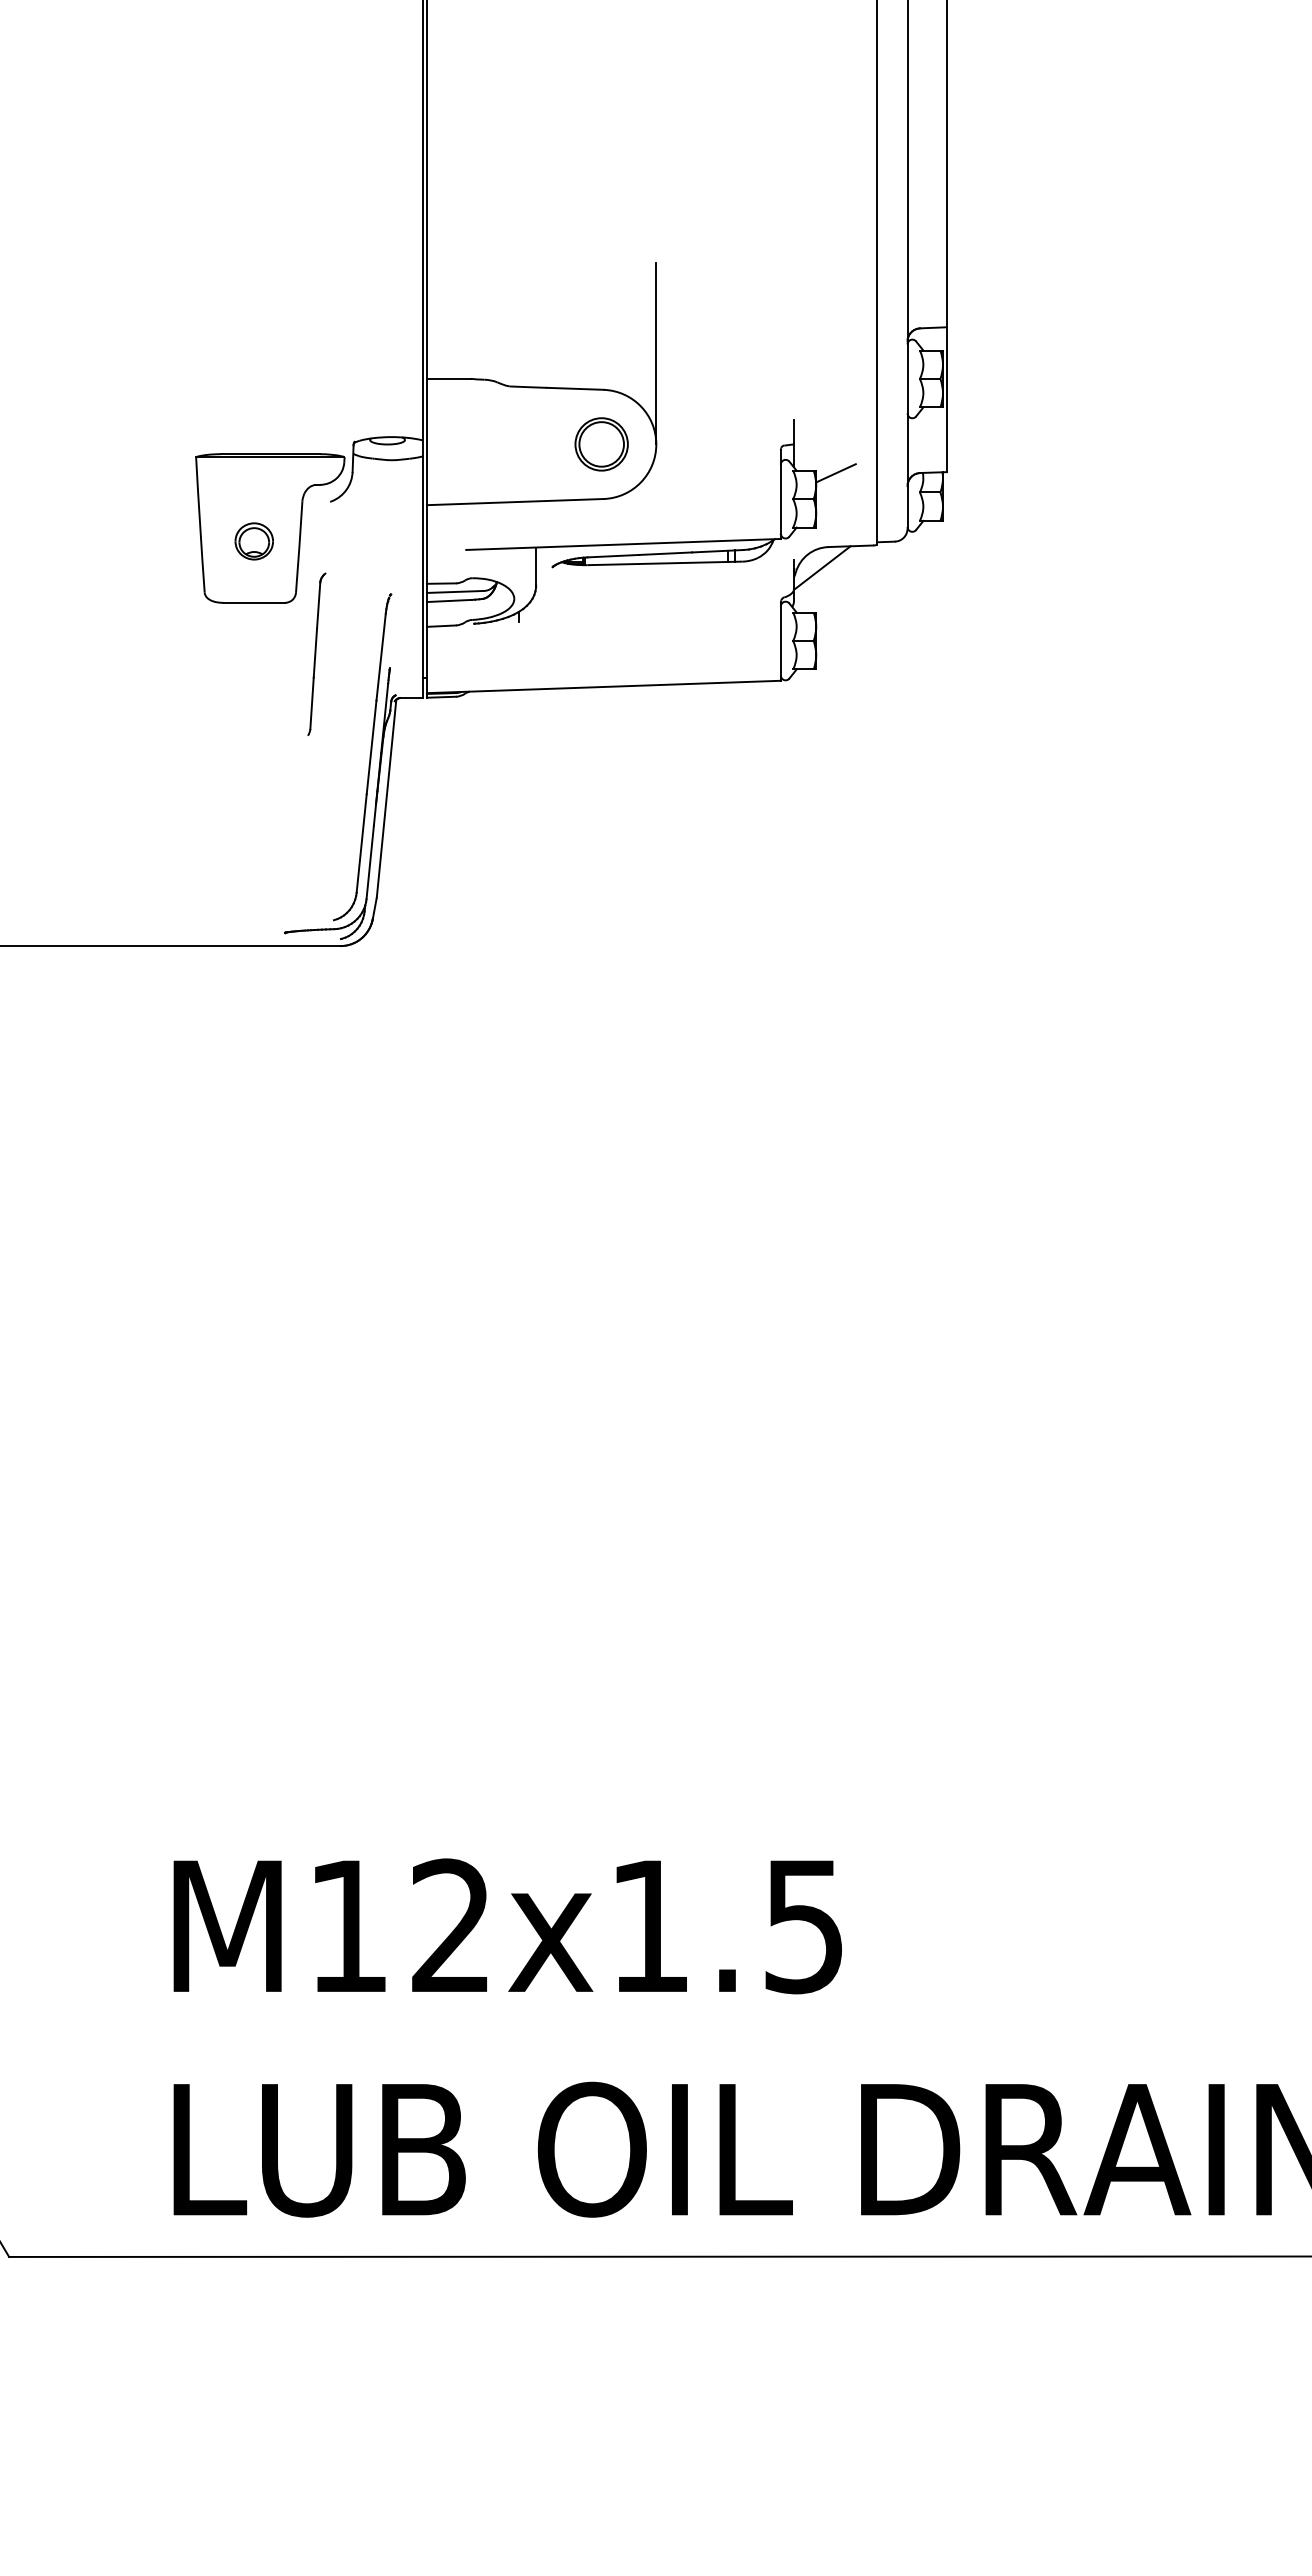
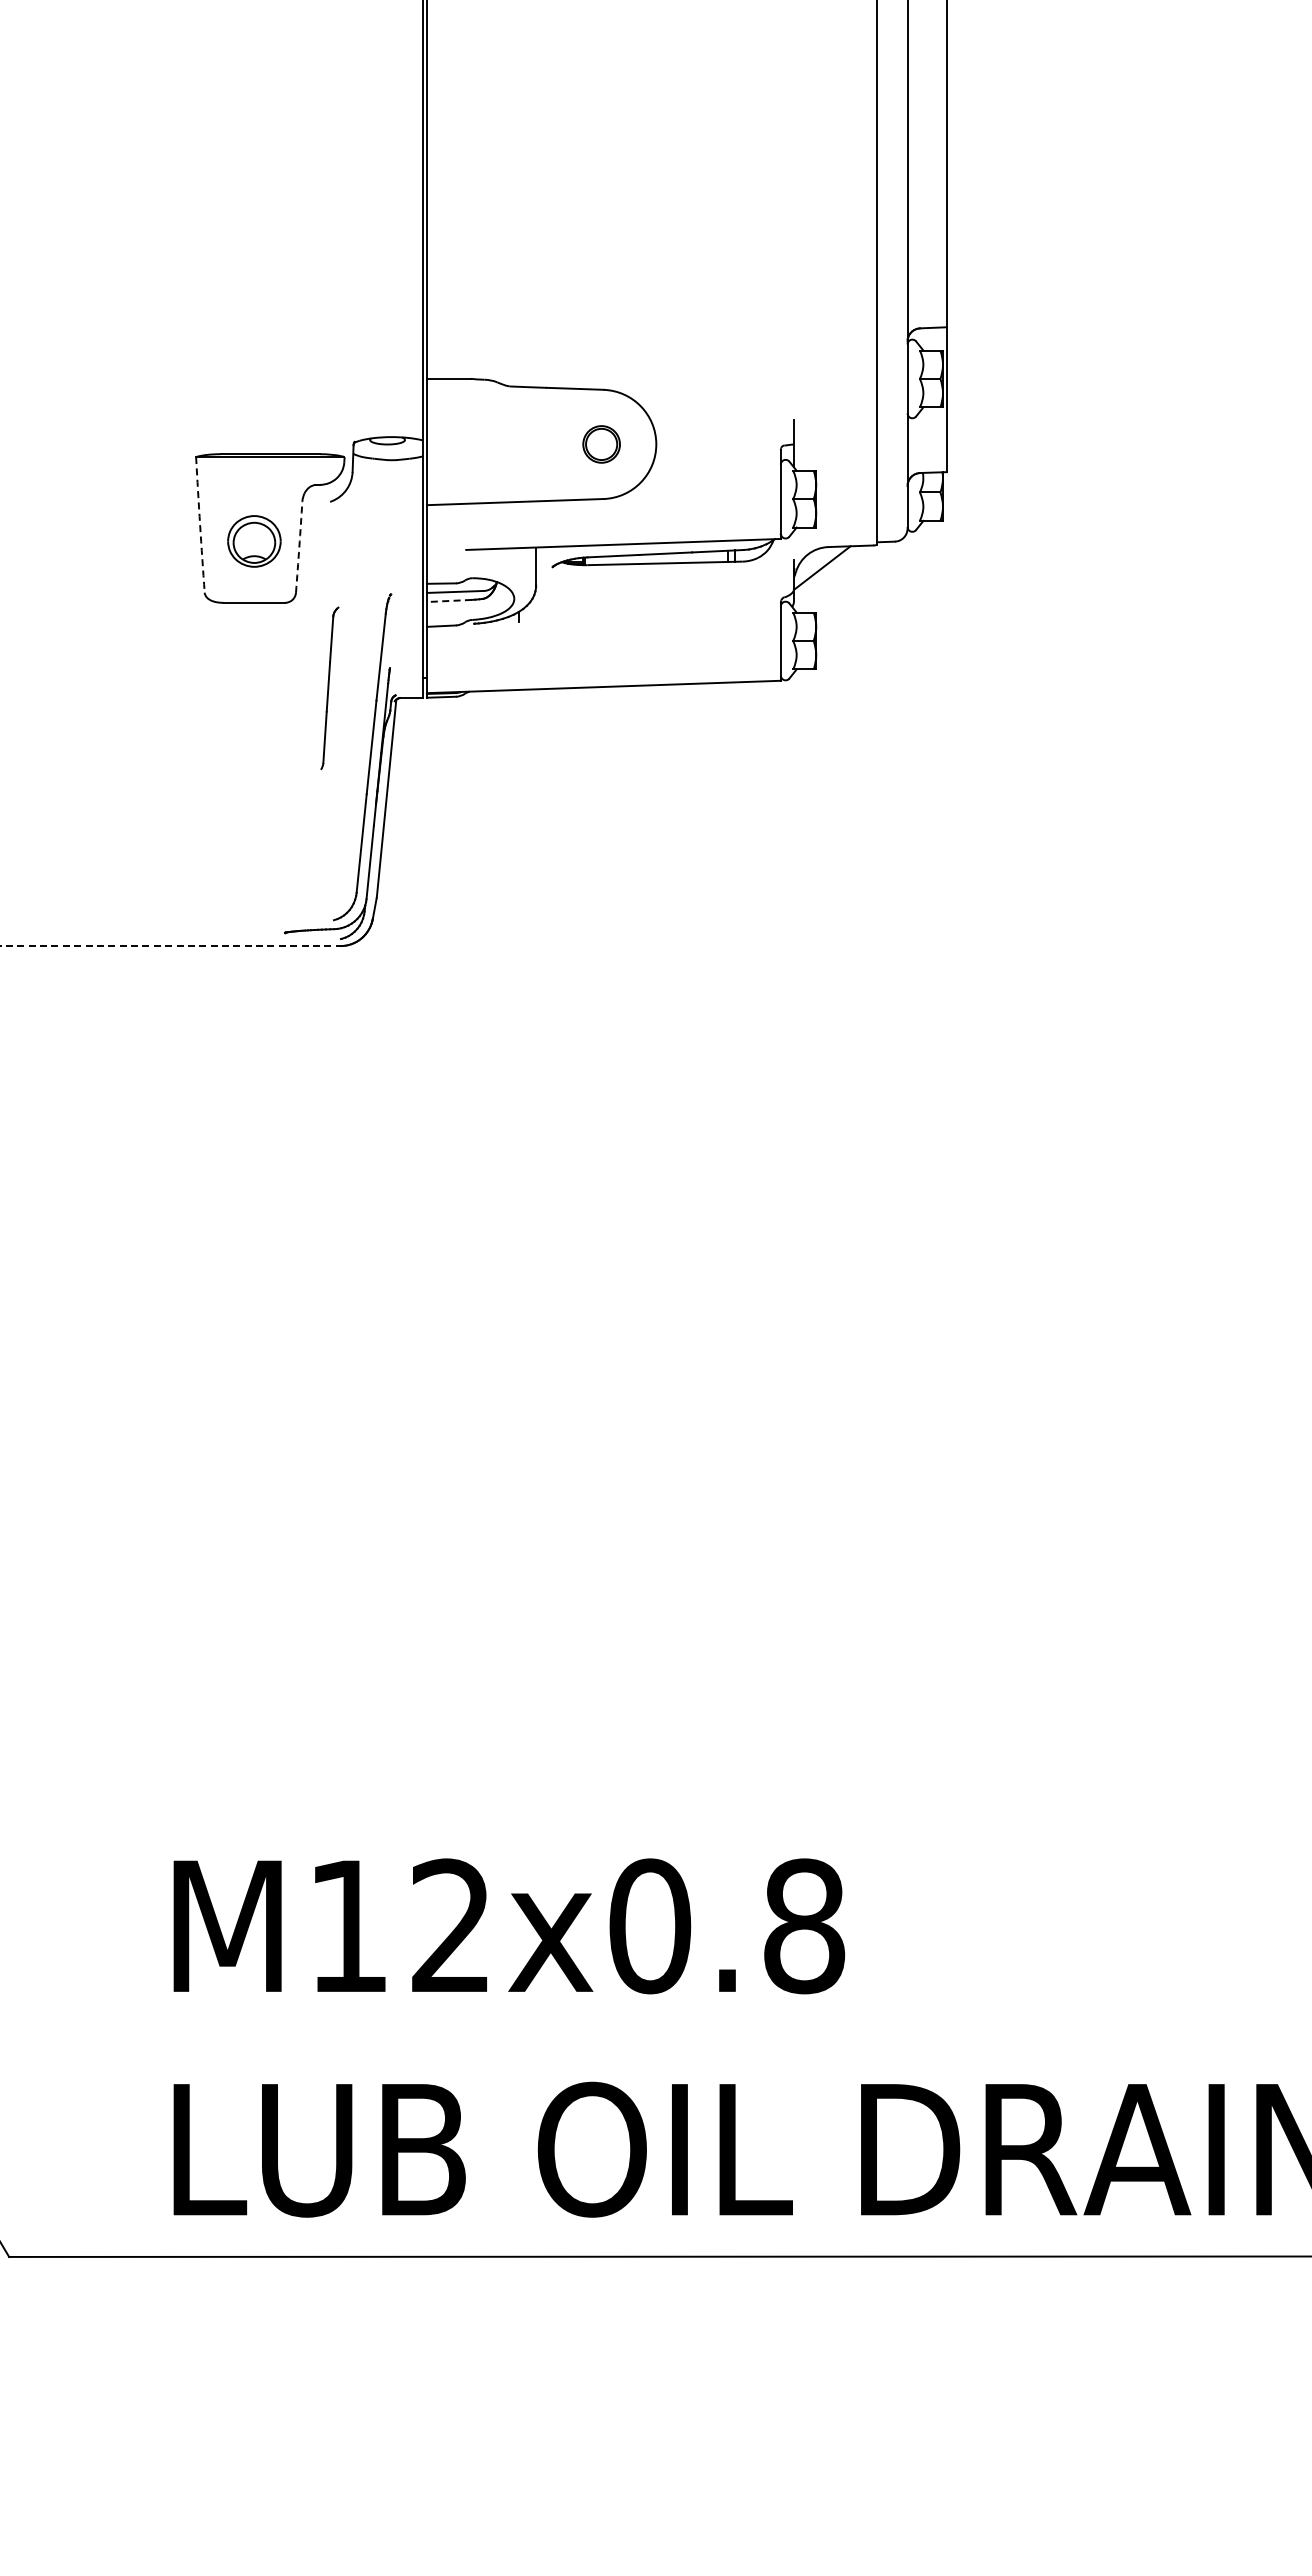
line at (656, 353): present -> none
part at (601, 444) size: 55x55 px -> 39x39 px
line at (835, 473): present -> none
arc at (200, 524): solid -> dashed
part at (253, 541) size: 40x39 px -> 55x53 px
arc at (299, 547): solid -> dashed
line at (449, 600): solid -> dashed
part at (316, 653) position: (316, 653) -> (329, 687)
line at (170, 946): solid -> dashed
text at (727, 1926): M12x1.5 -> M12x0.8
